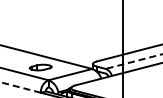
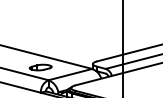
line at (133, 61): dashed -> solid
line at (20, 87): dashed -> solid
